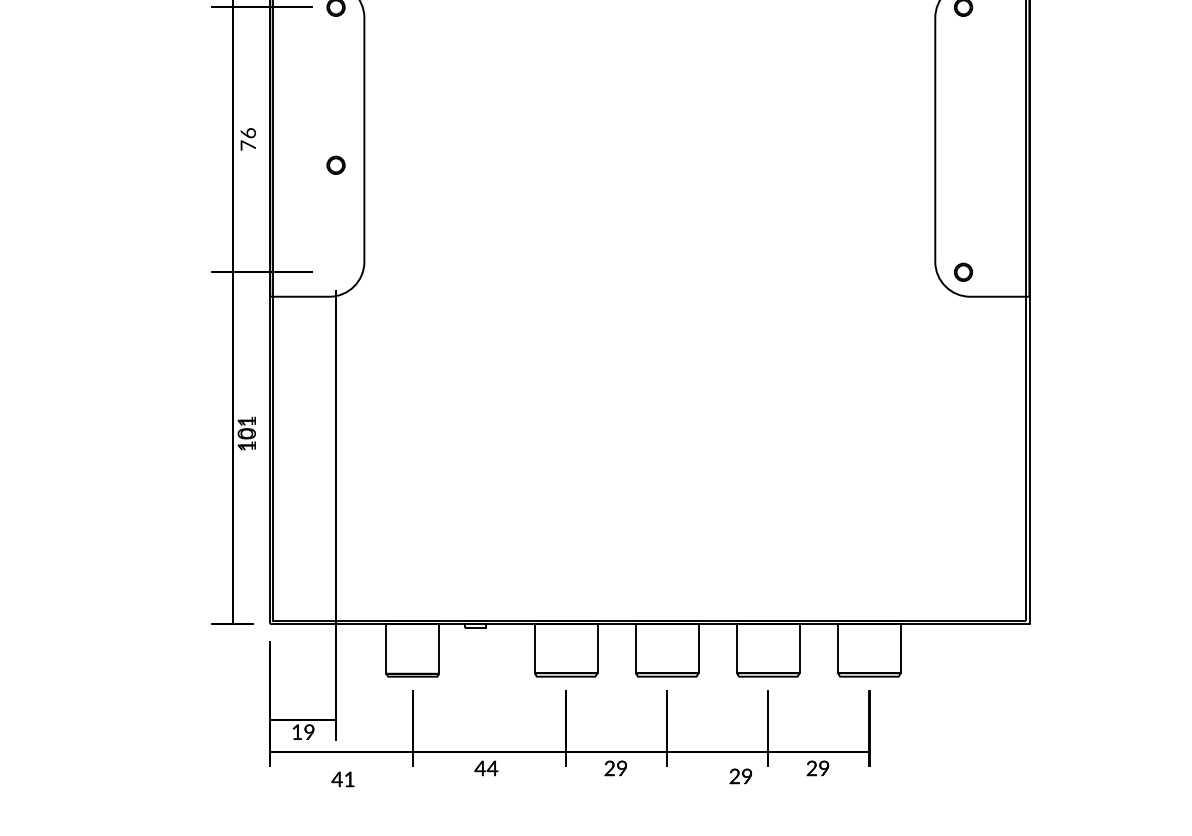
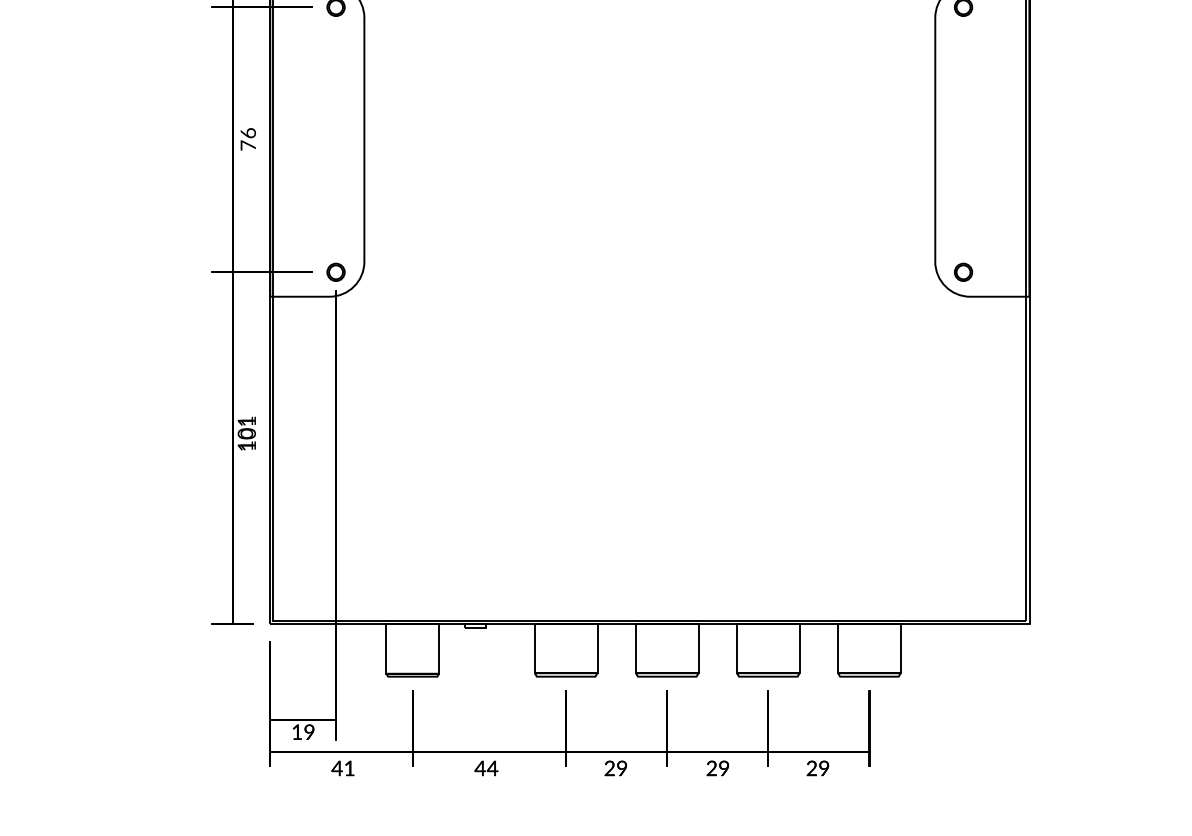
part at (335, 164) position: (335, 164) -> (335, 271)
text at (740, 776) position: (740, 776) -> (717, 768)
text at (342, 779) position: (342, 779) -> (342, 768)
